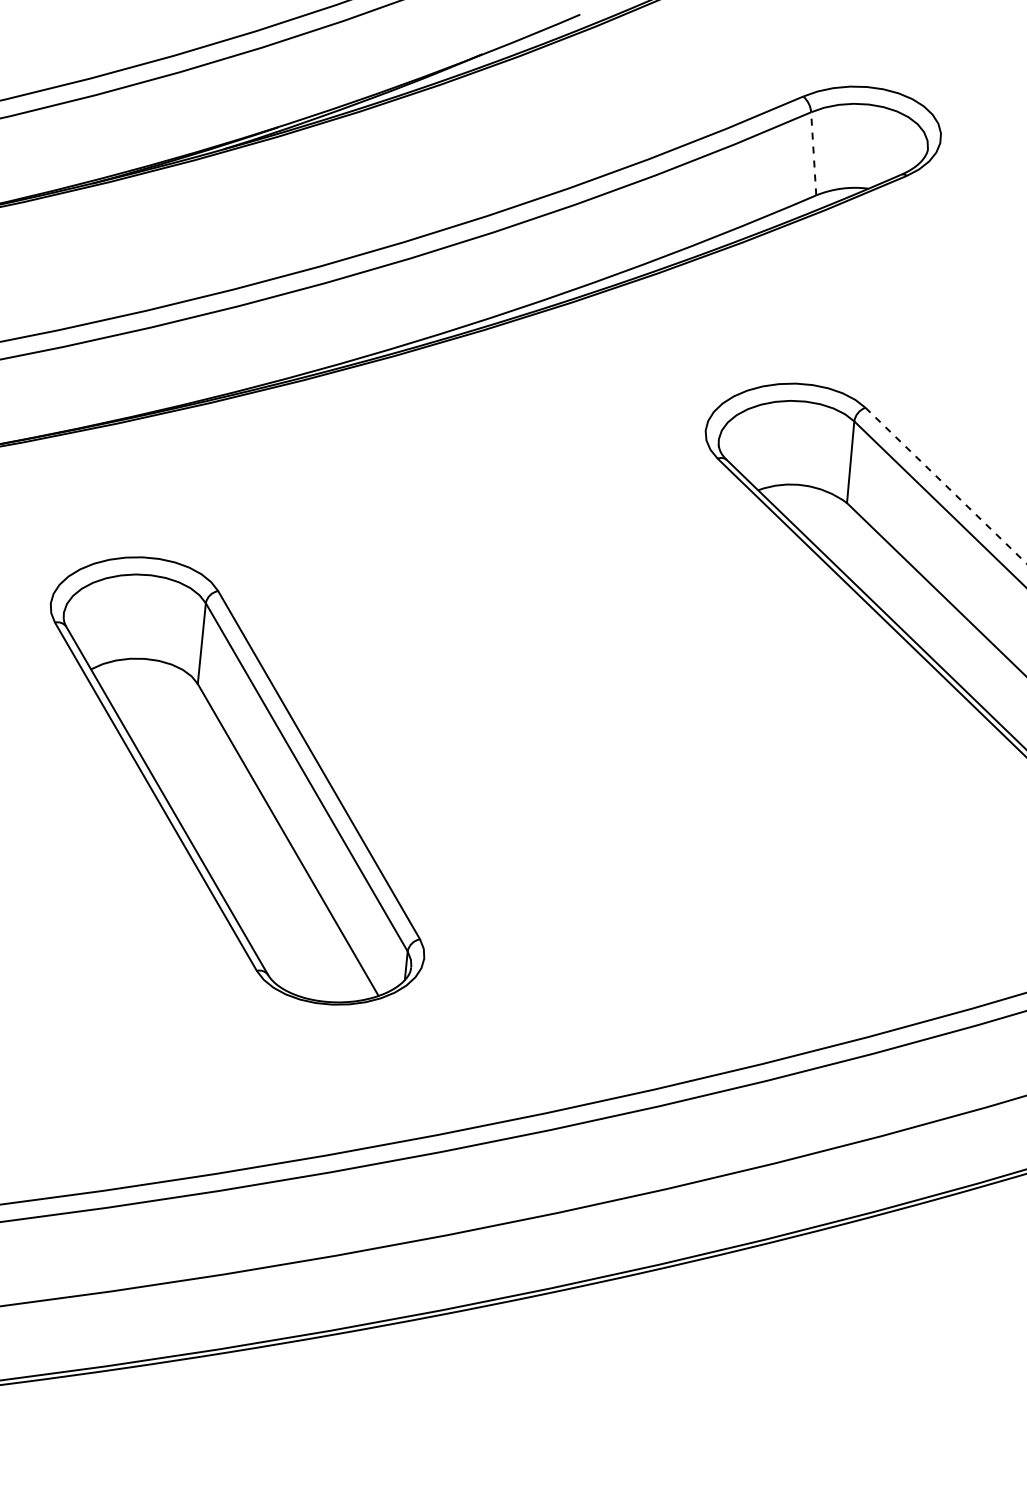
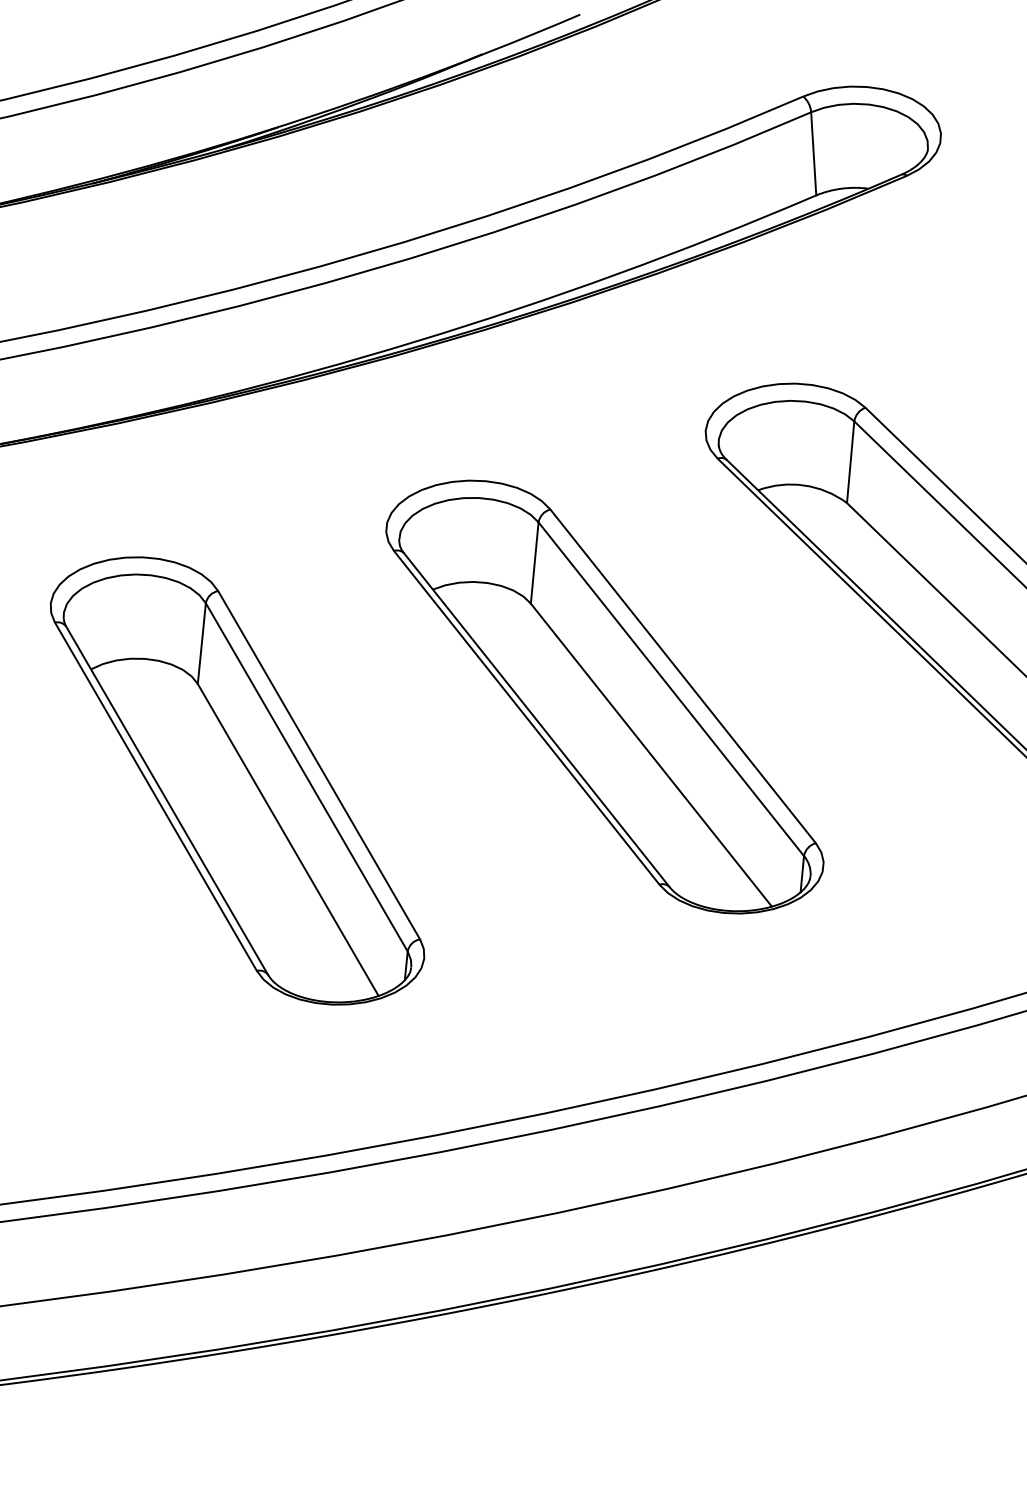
line at (813, 153): dashed -> solid
line at (945, 485): dashed -> solid
part at (604, 696): none -> present
